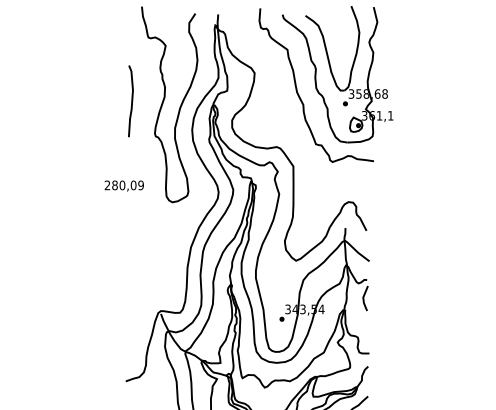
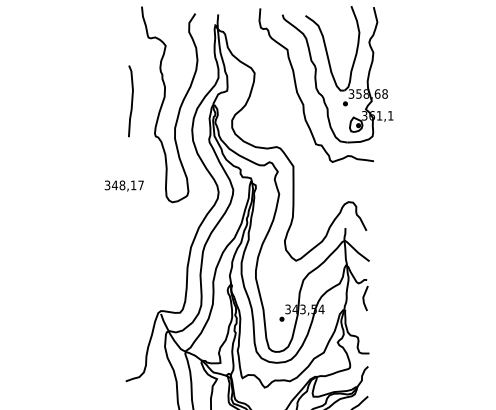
text at (123, 185): 280,09 -> 348,17
